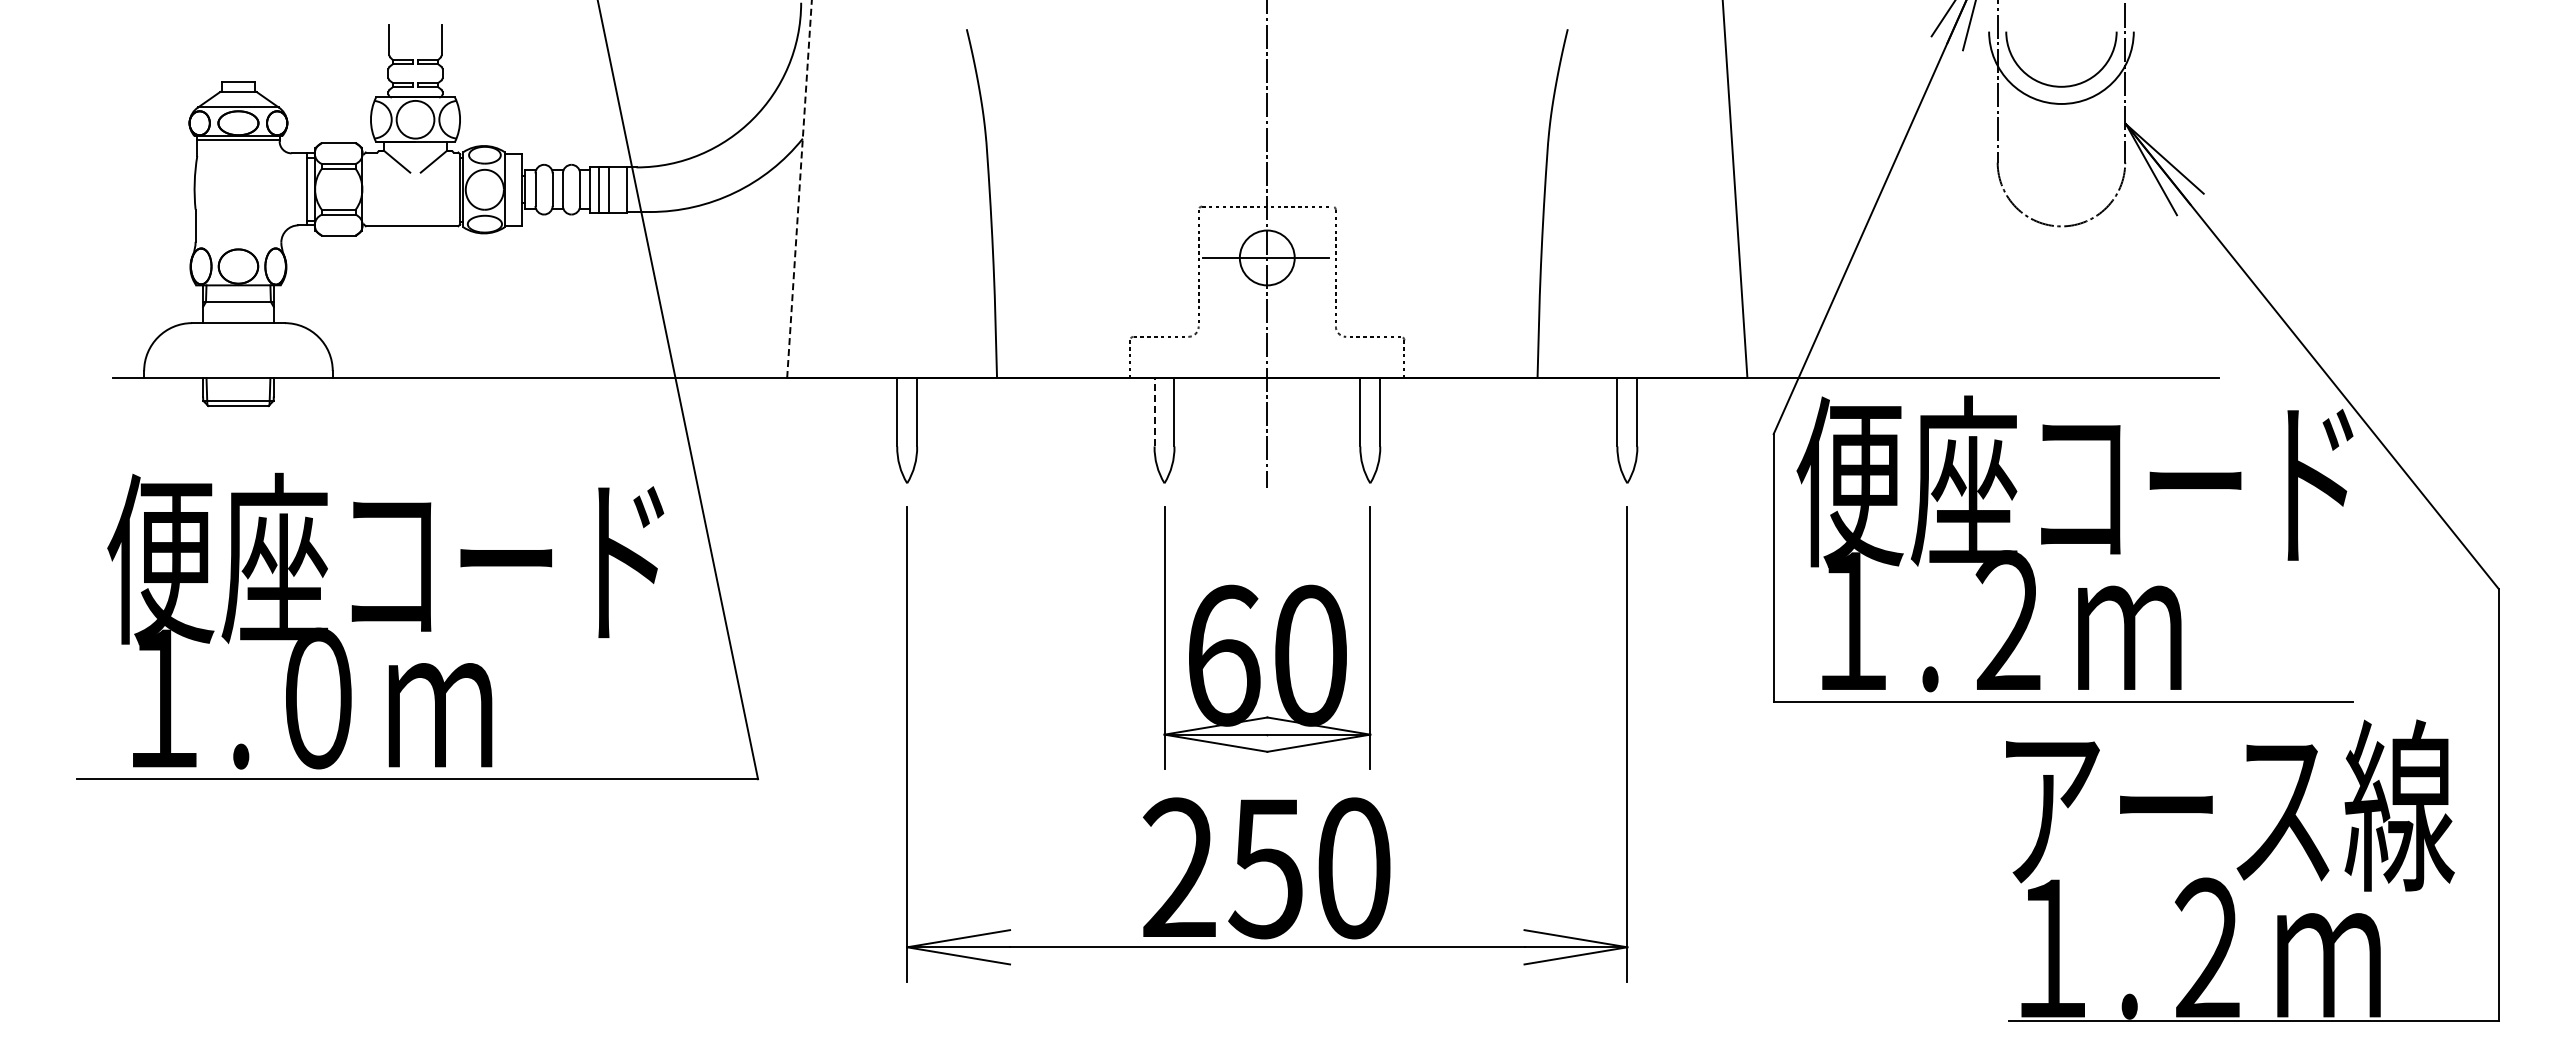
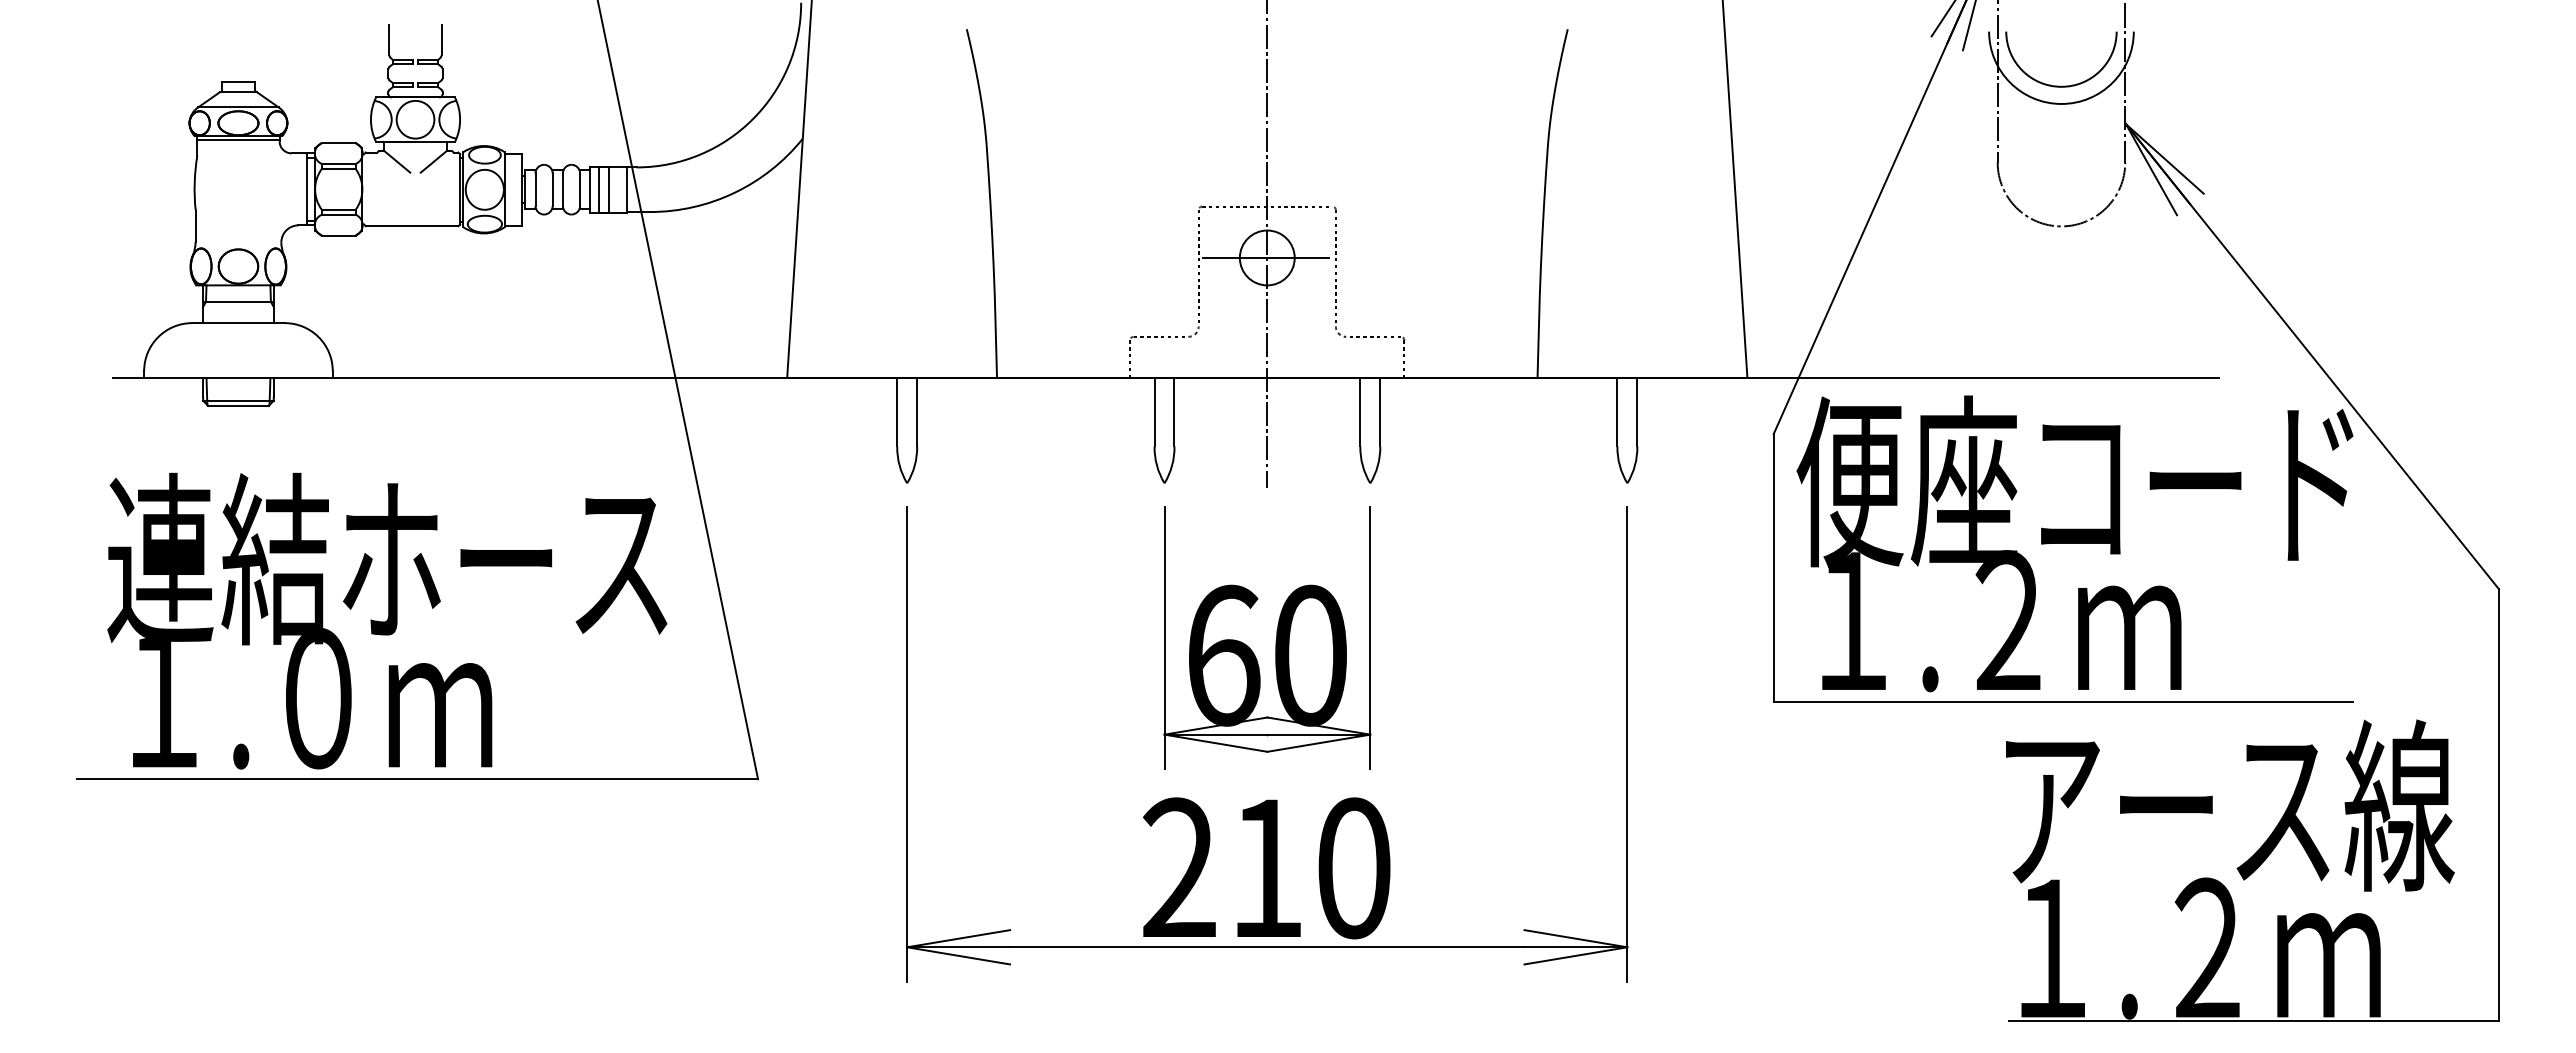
line at (799, 188): dashed -> solid
line at (1154, 411): dashed -> solid
text at (387, 558): 便座コード -> 連結ホース
text at (1265, 869): 250 -> 210
